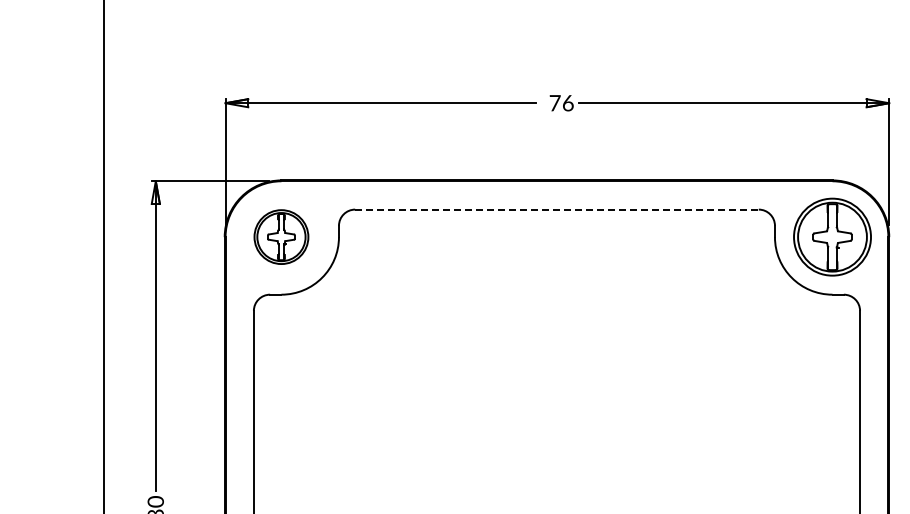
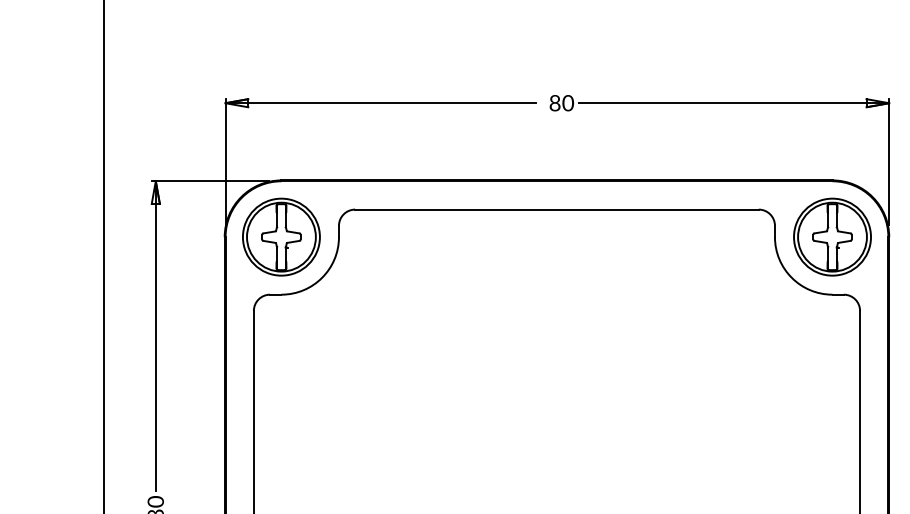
text at (561, 103): 76 -> 80
line at (556, 209): dashed -> solid
part at (281, 236) size: 57x56 px -> 79x80 px
